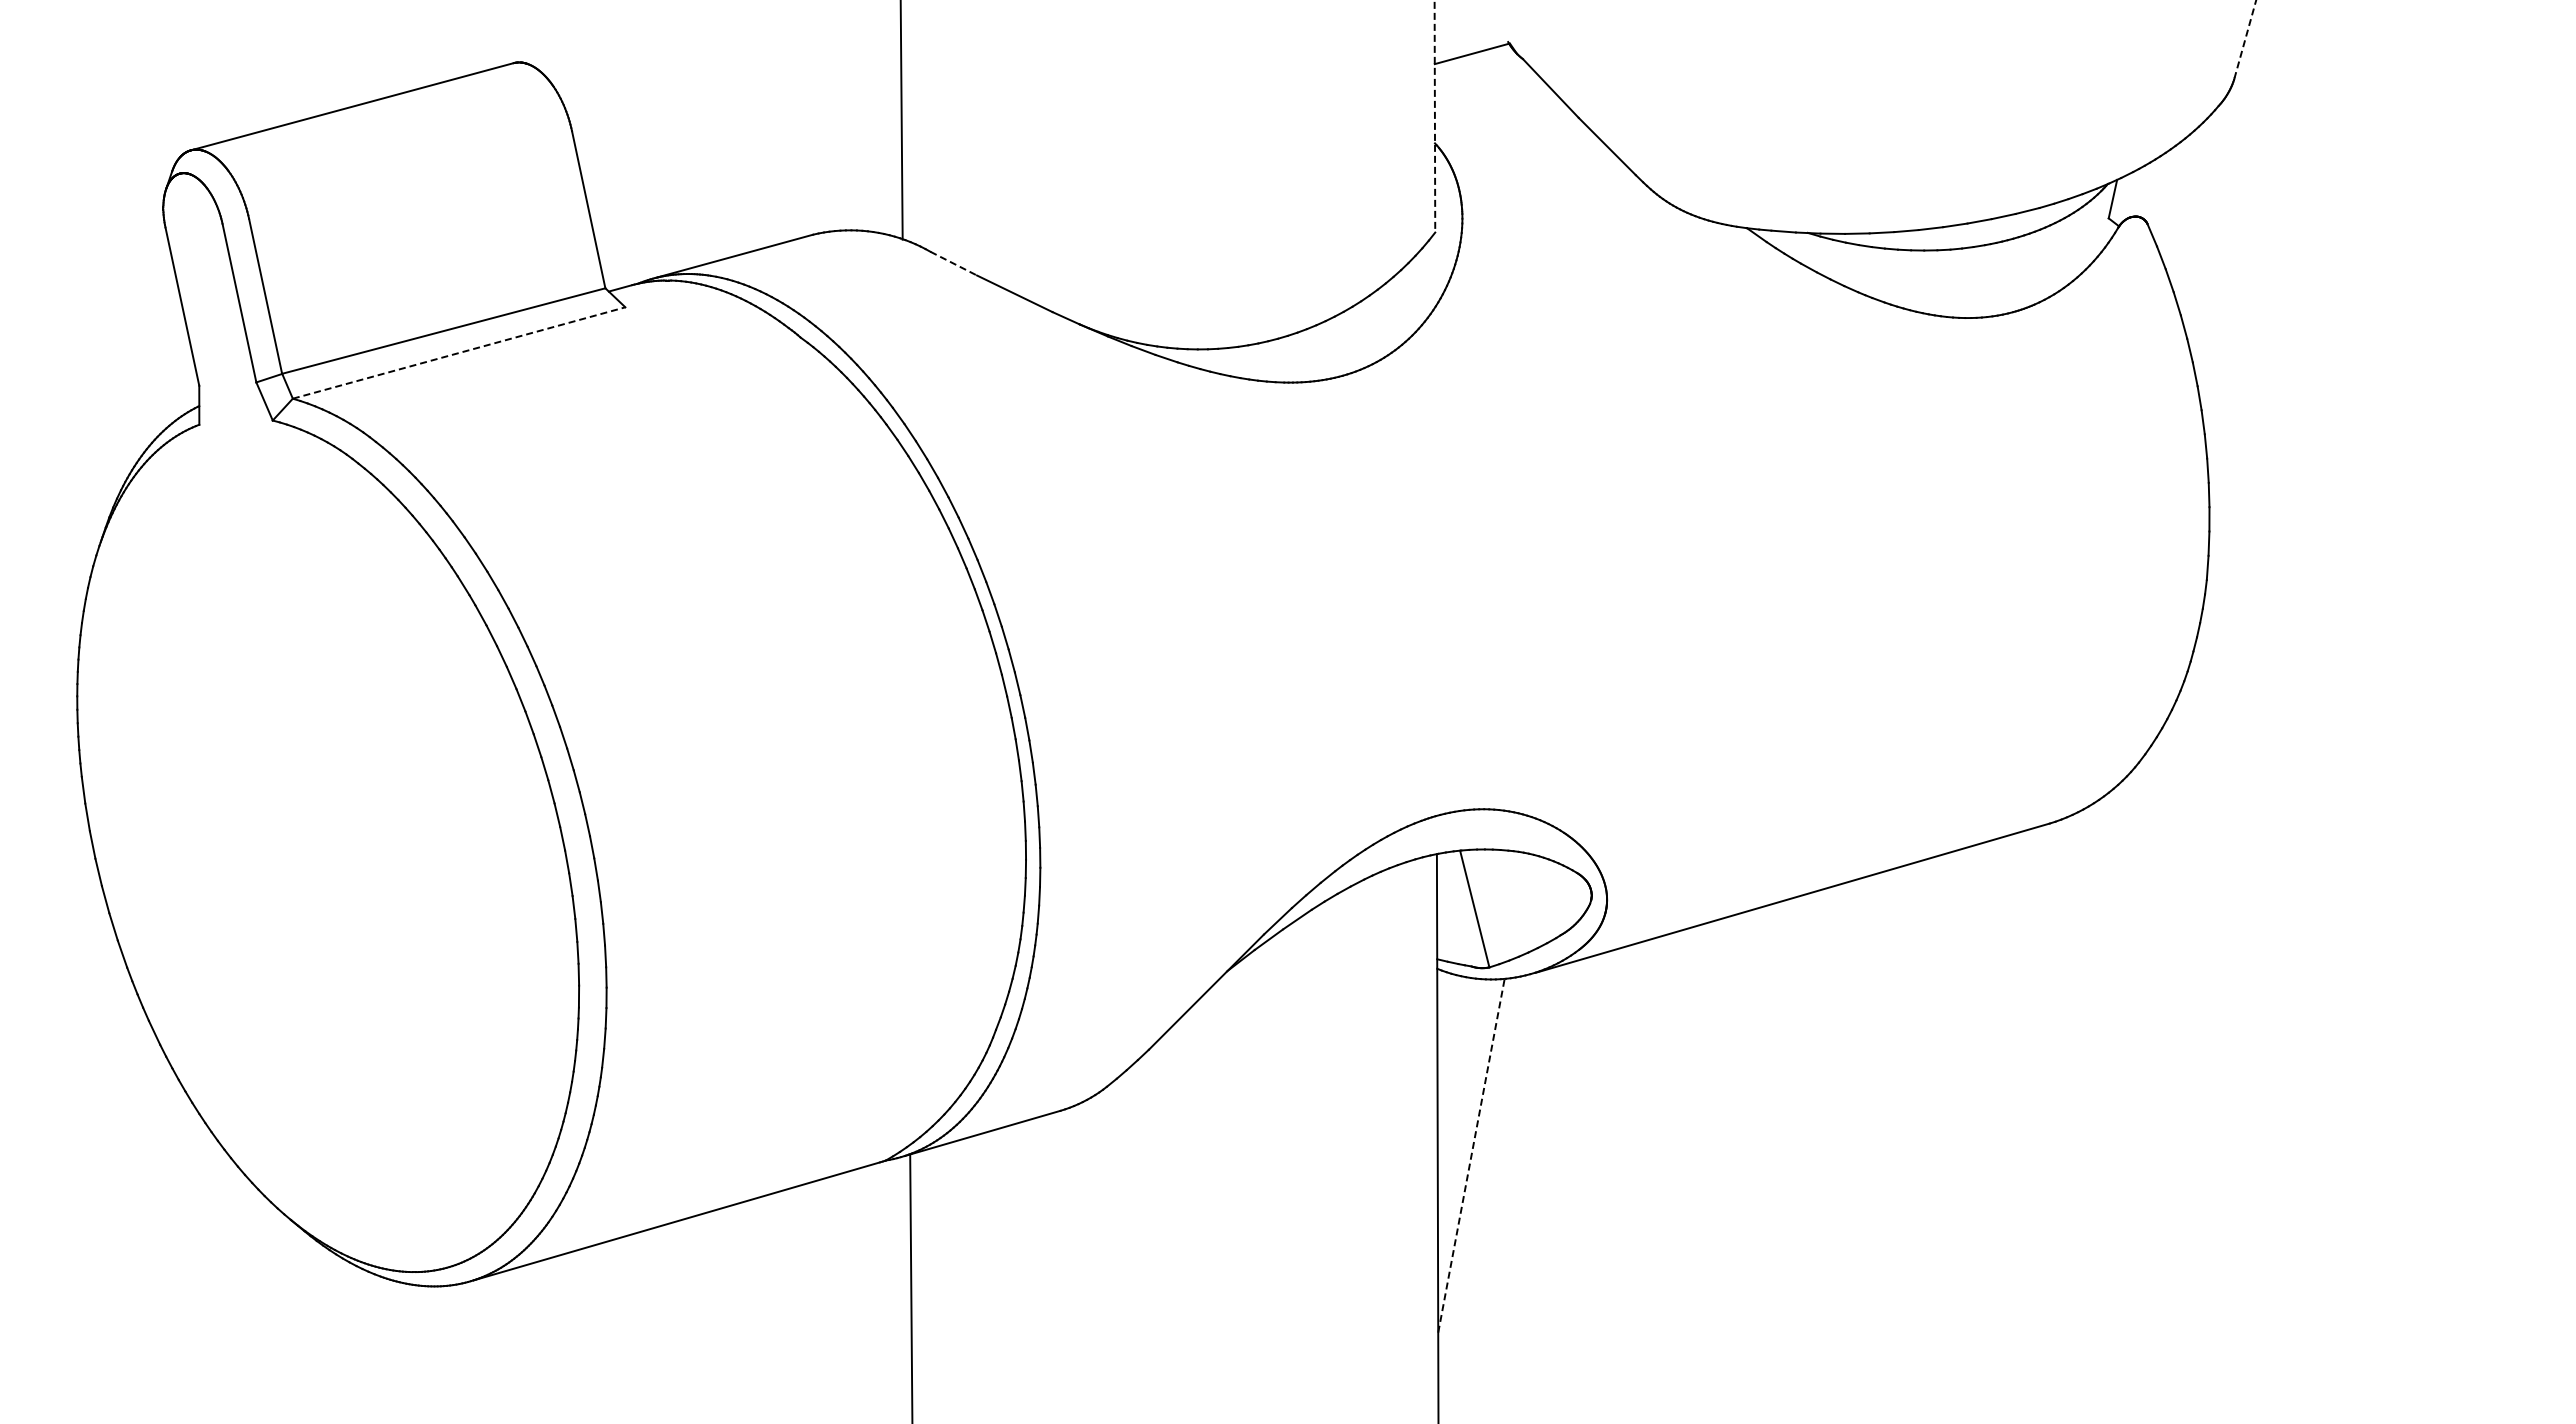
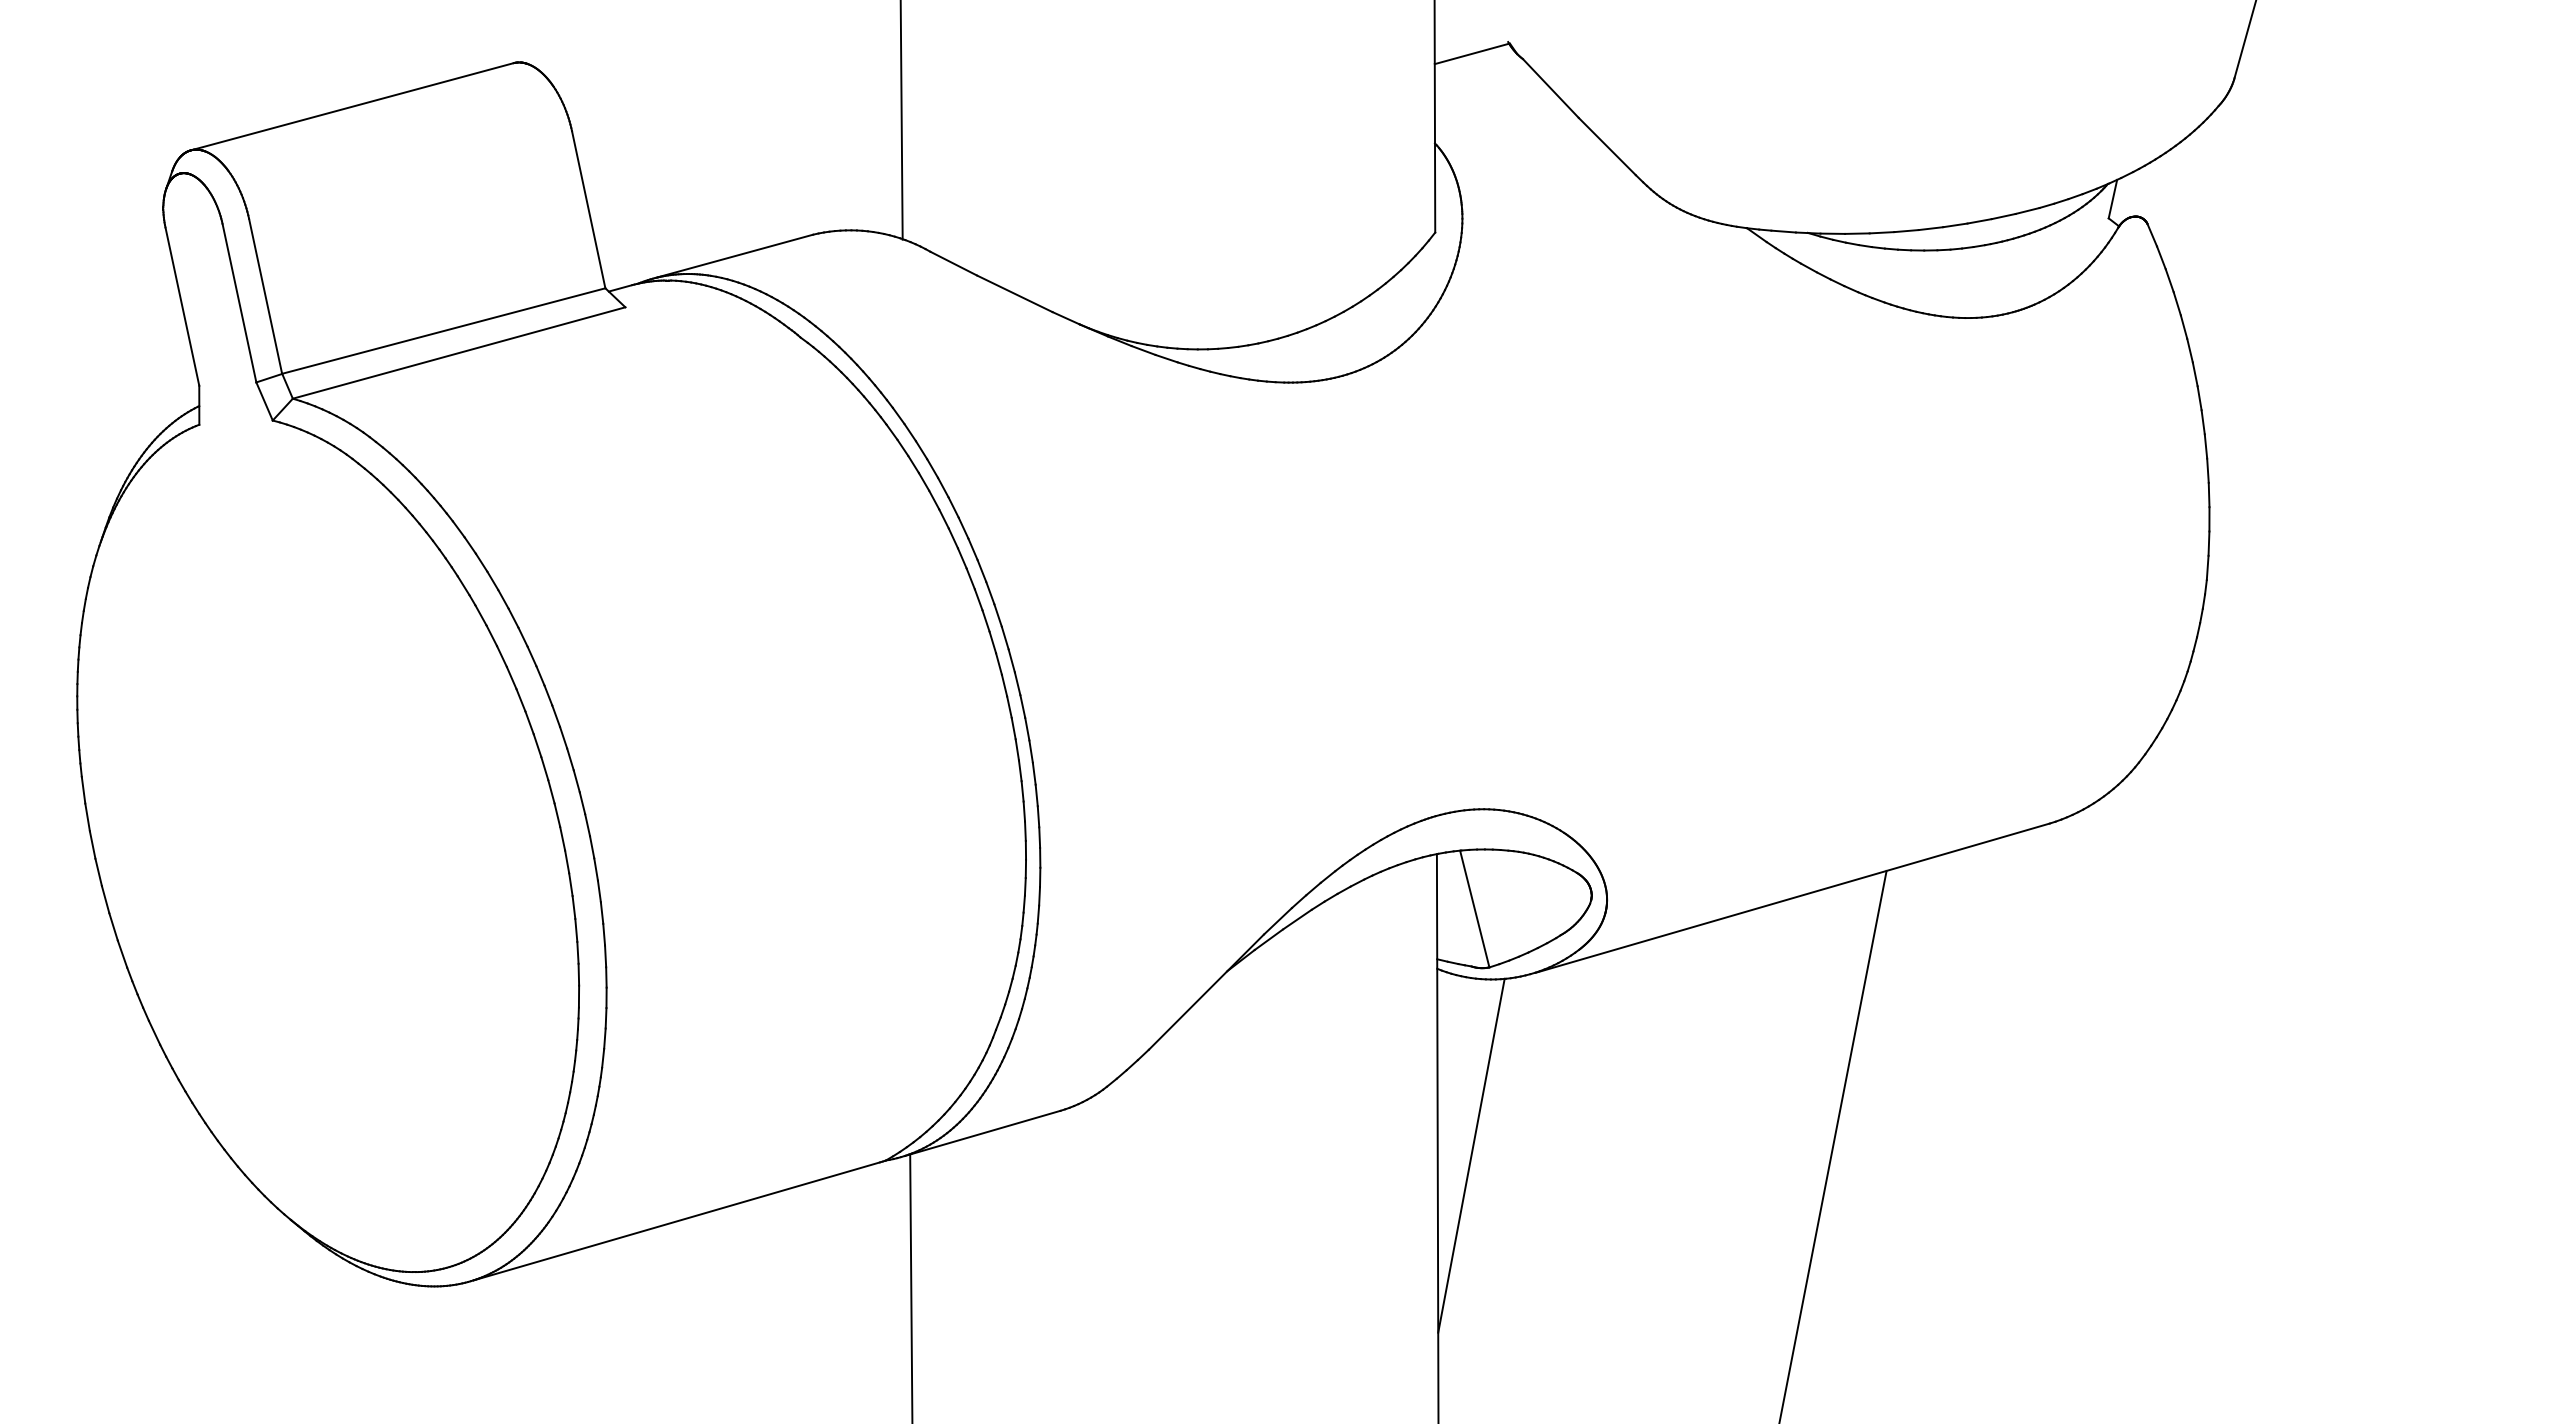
line at (2245, 39): dashed -> solid
line at (1434, 116): dashed -> solid
line at (954, 263): dashed -> solid
line at (459, 352): dashed -> solid
line at (1832, 1145): none -> present
line at (1471, 1155): dashed -> solid
